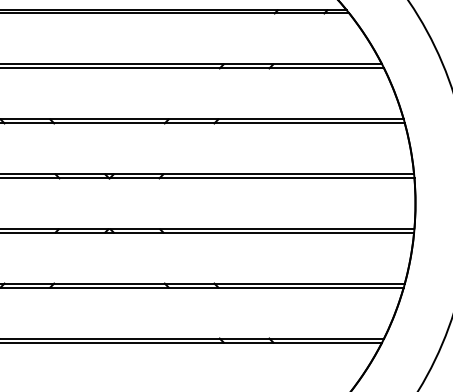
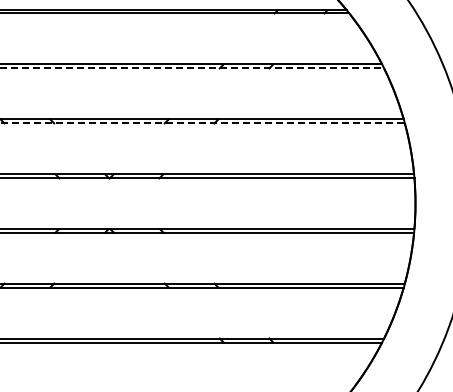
line at (192, 68): solid -> dashed
line at (202, 123): solid -> dashed
